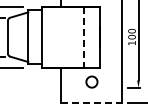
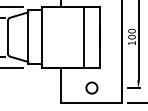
line at (84, 37): dashed -> solid
circle at (91, 81) position: (91, 81) -> (91, 87)
line at (91, 103): dashed -> solid
